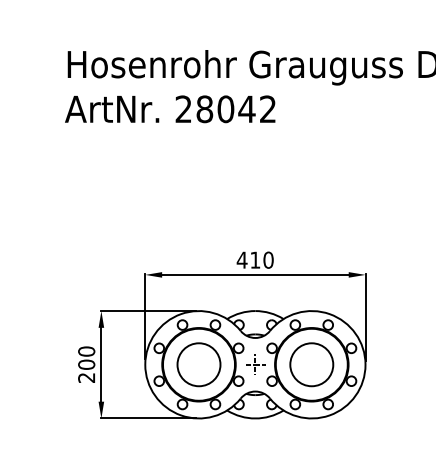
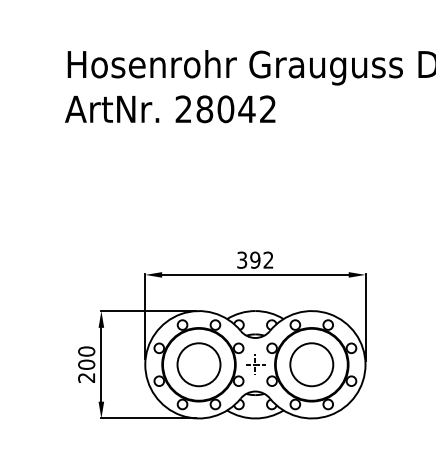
text at (254, 259): 410 -> 392
